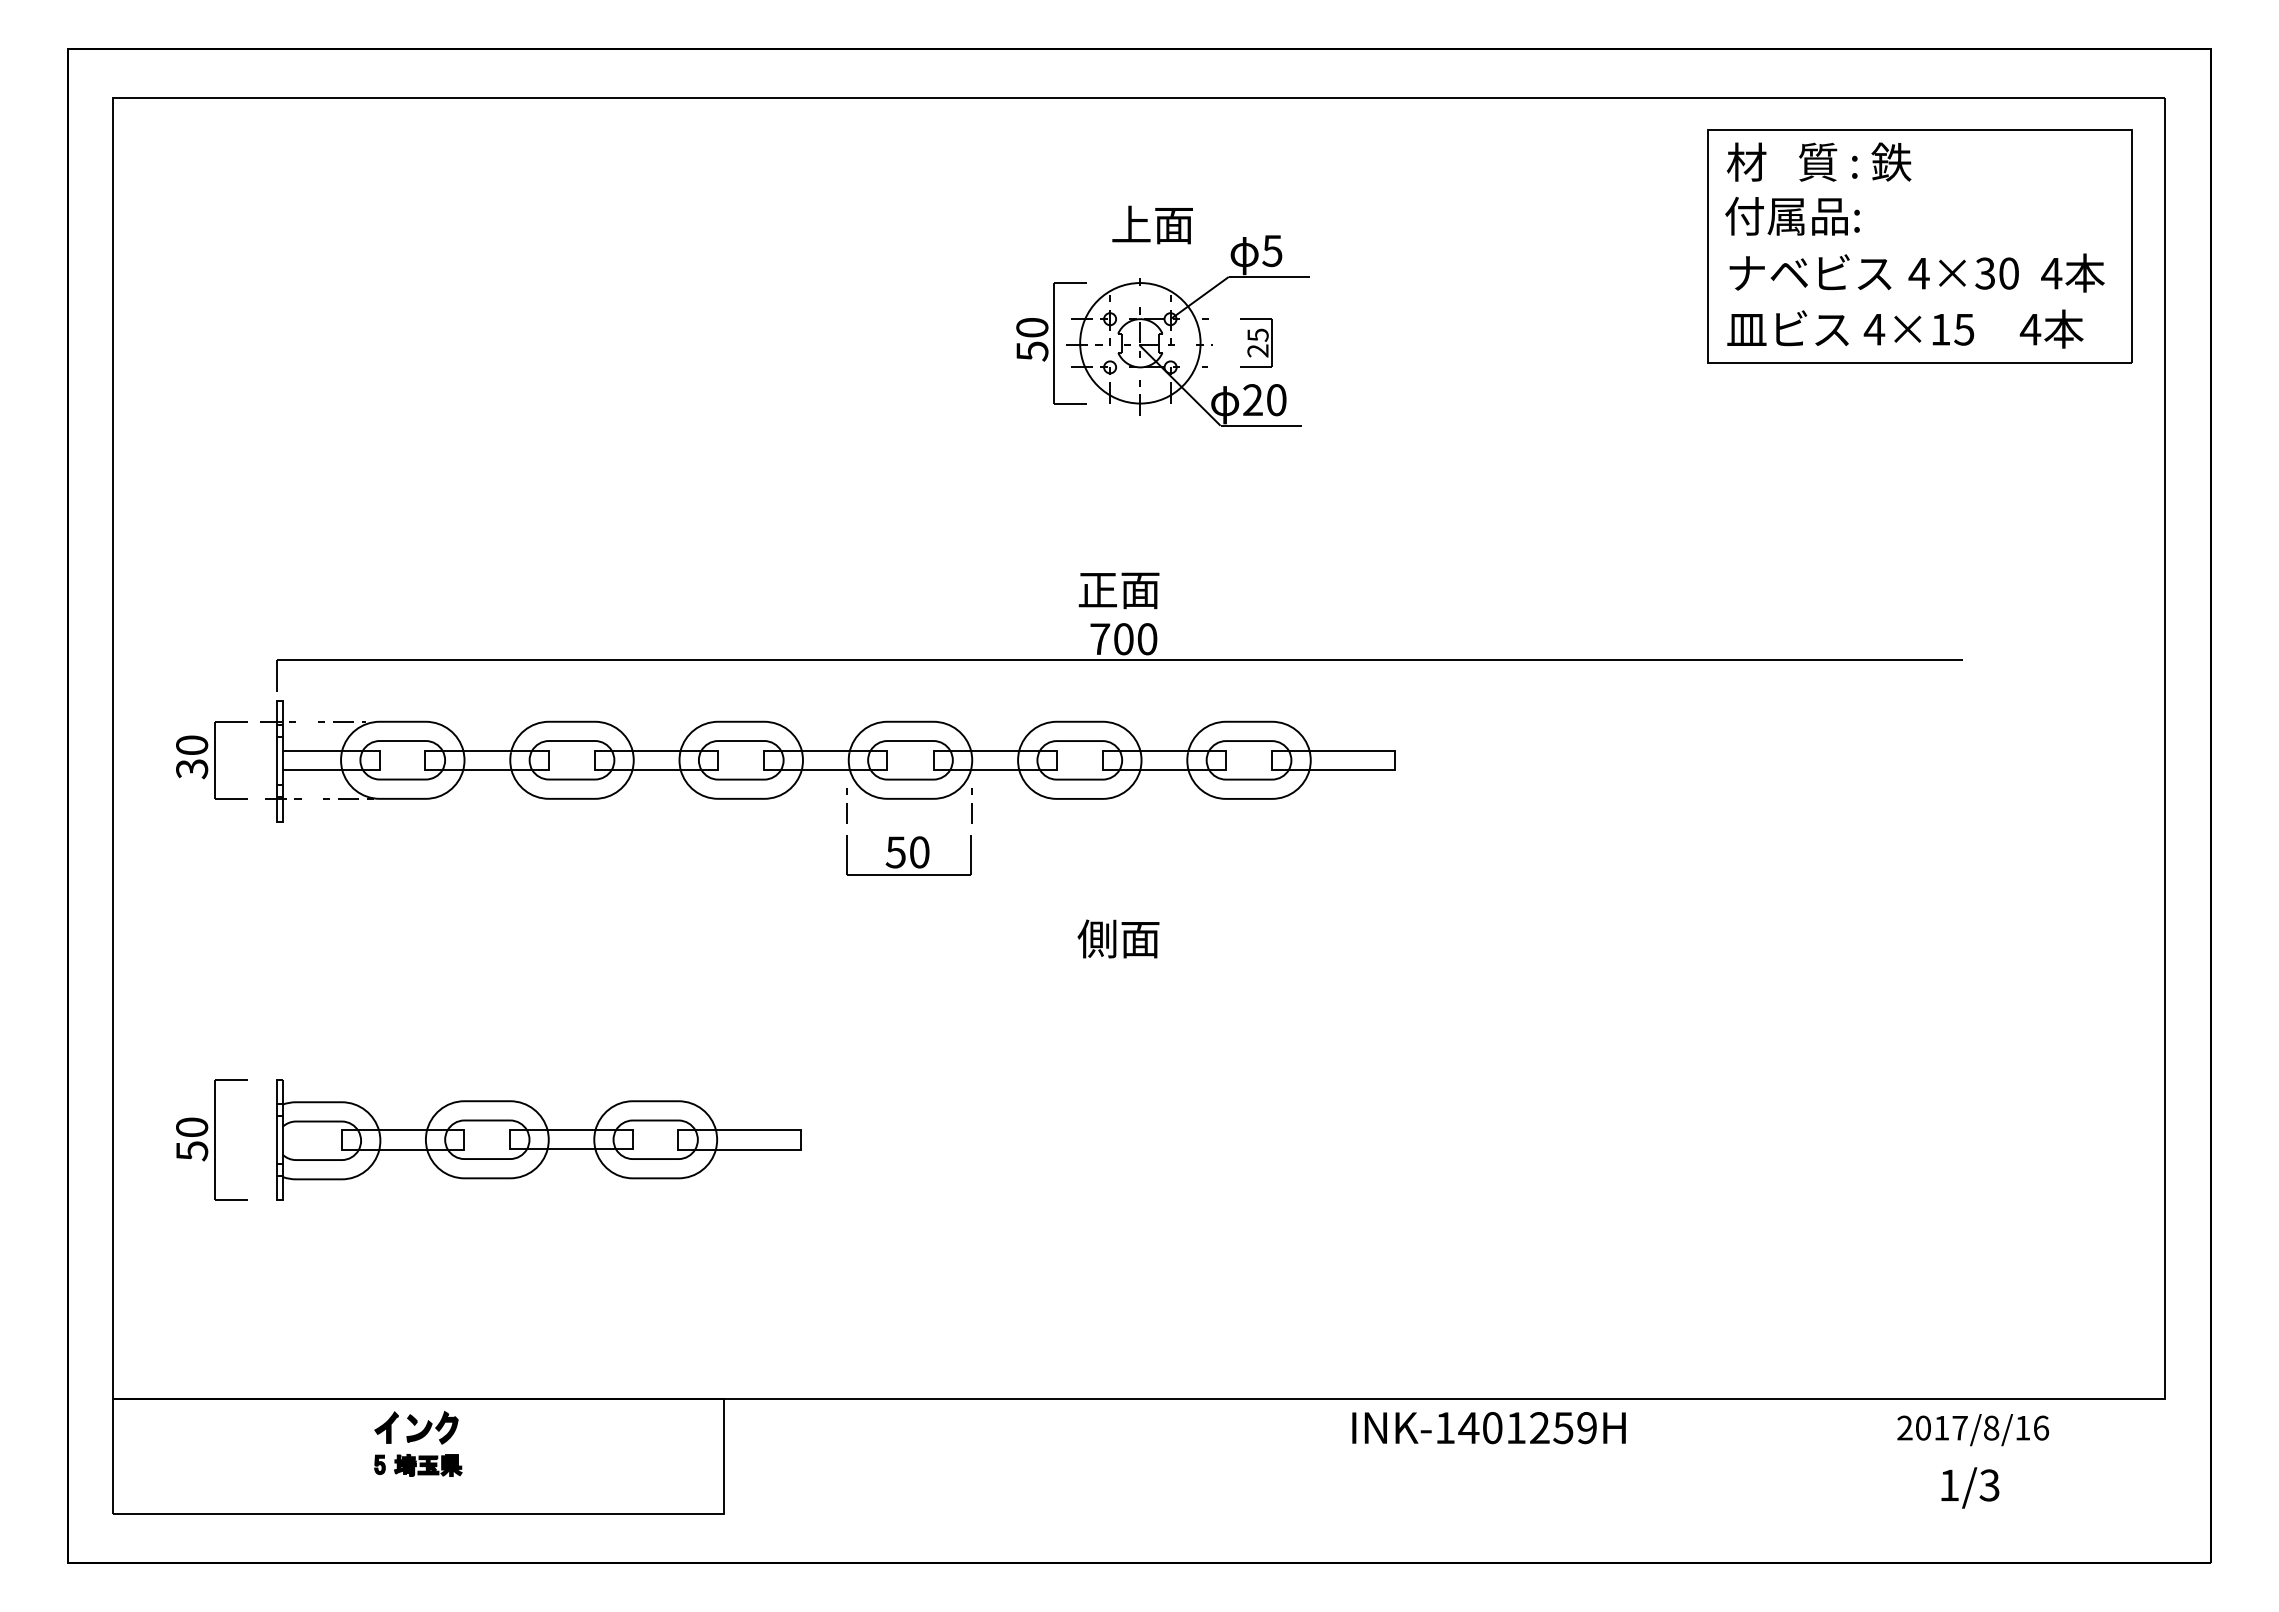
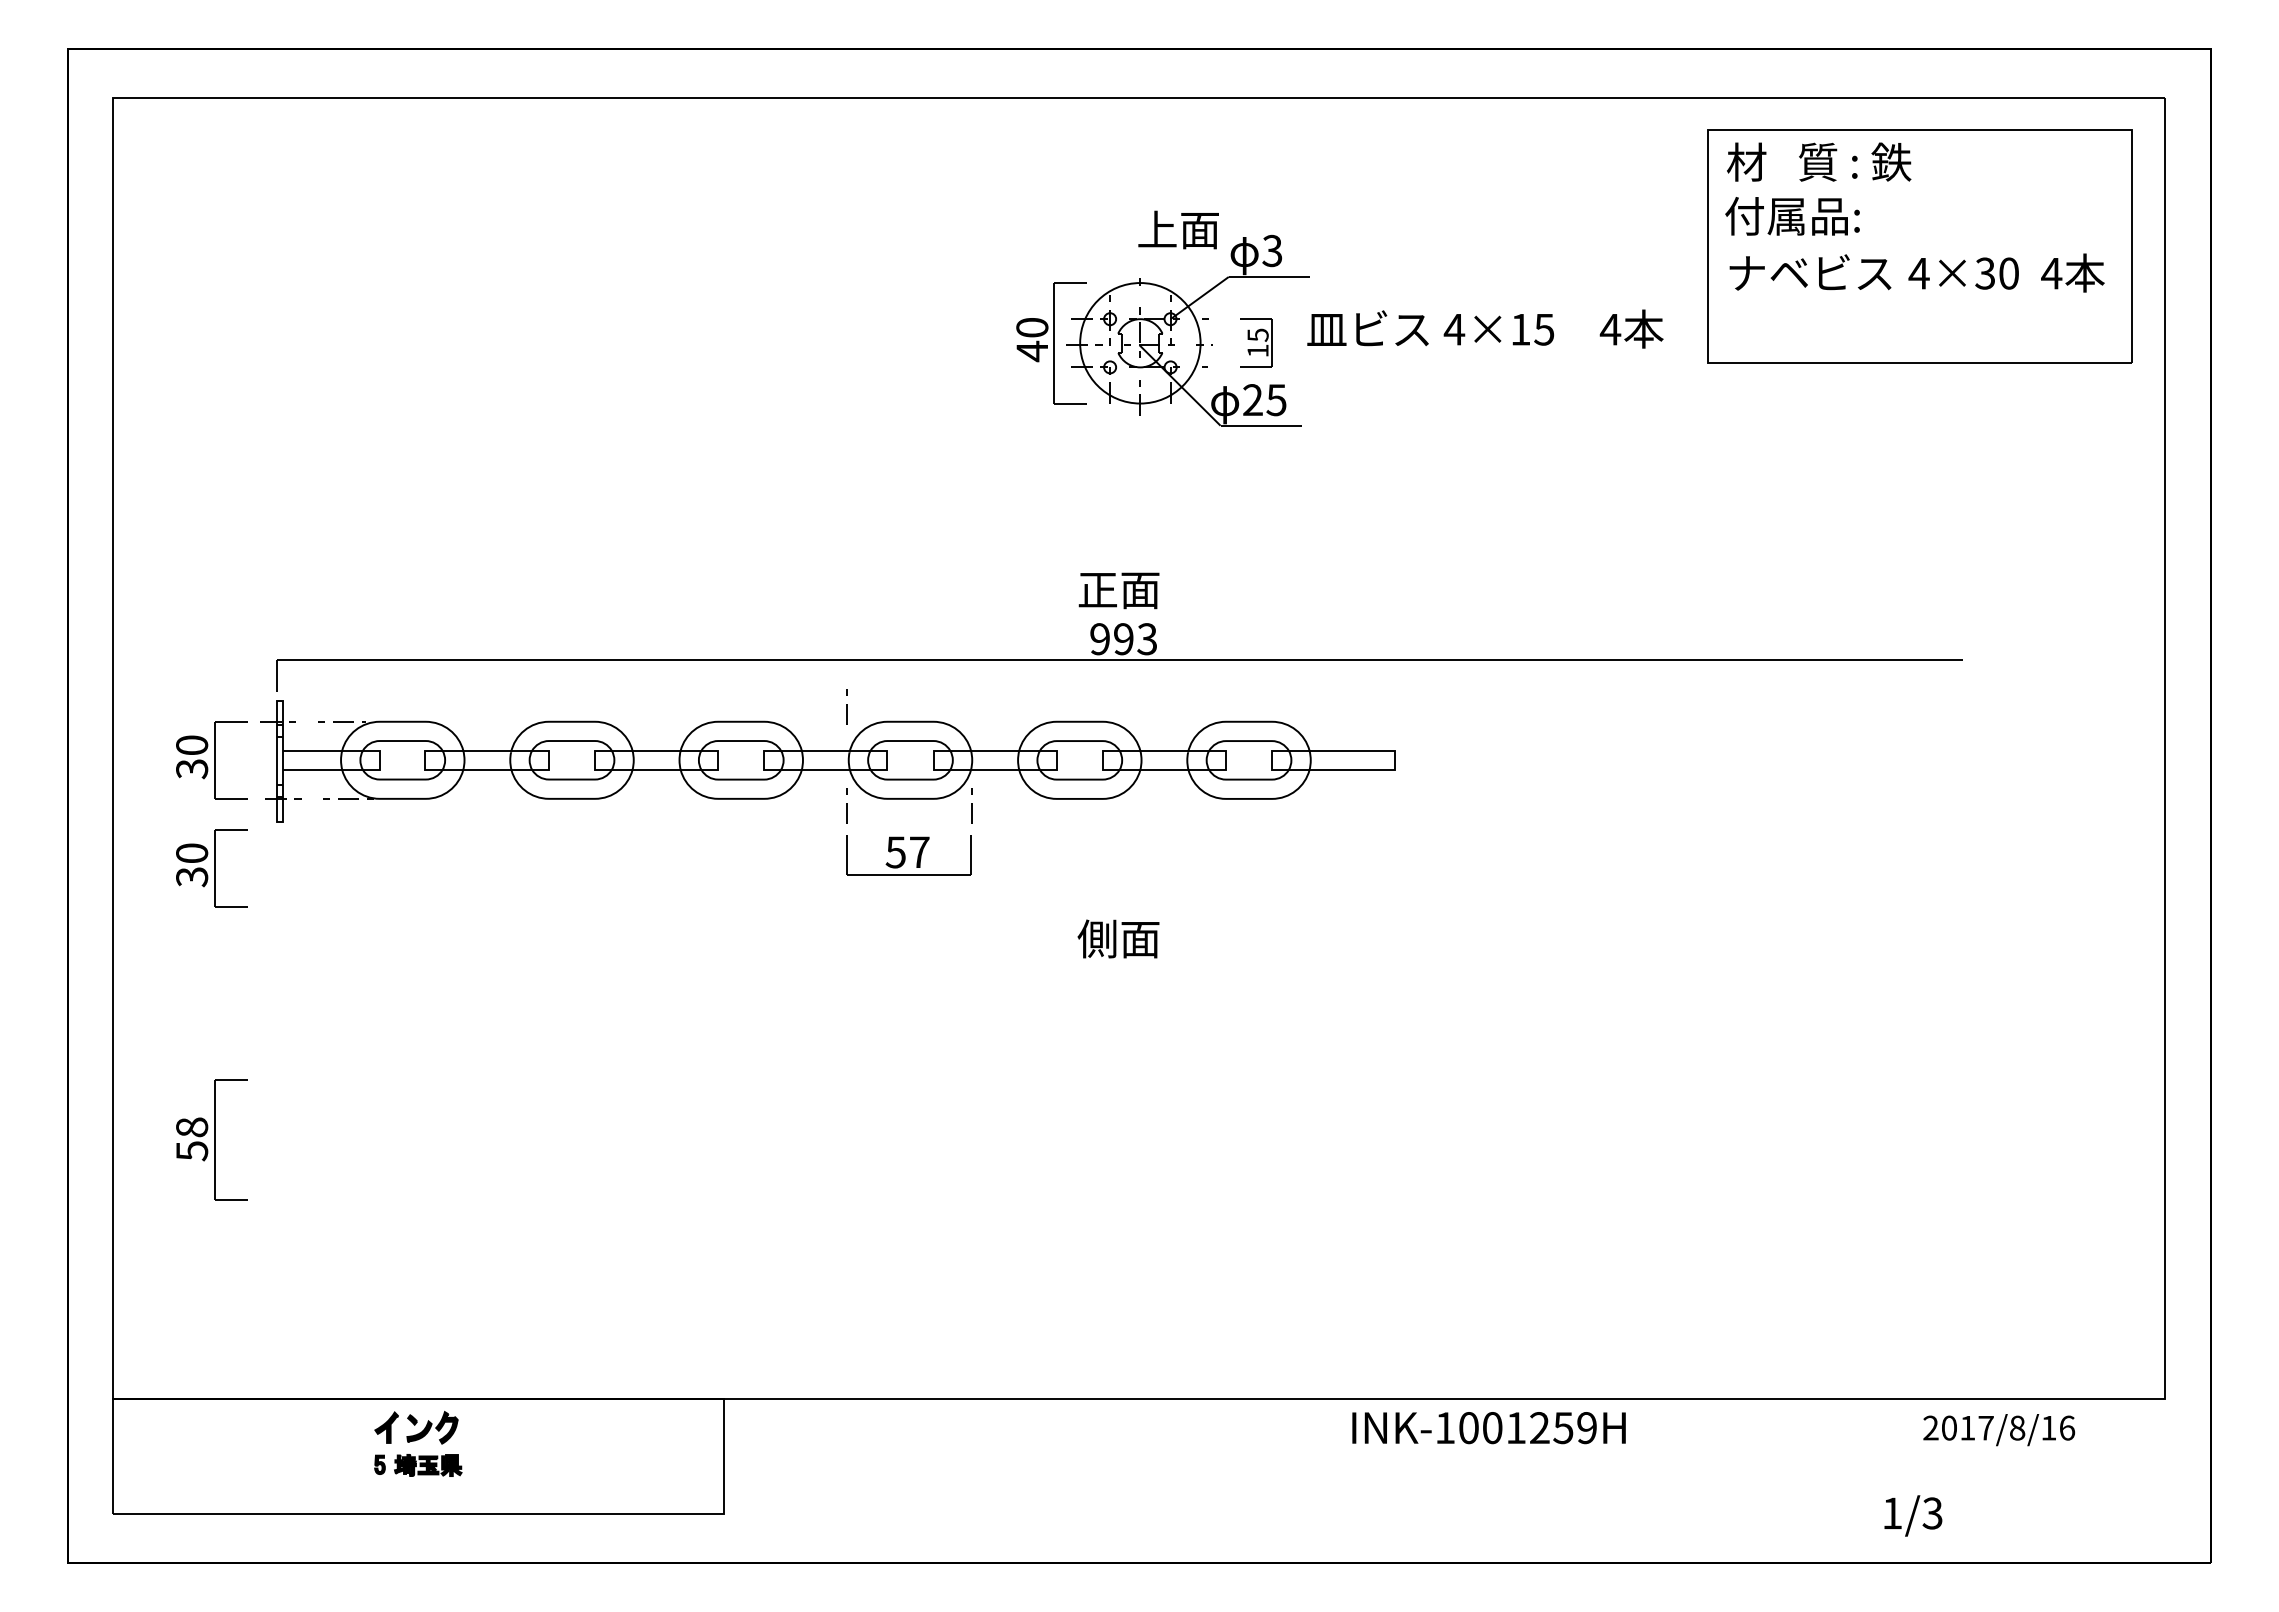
text at (1152, 224) position: (1152, 224) -> (1178, 229)
text at (1272, 250): 5 -> 3
text at (1905, 328) position: (1905, 328) -> (1485, 328)
text at (1257, 350): 25 -> 15
text at (1032, 351): 50 -> 40
text at (1276, 400): 20 -> 25
text at (1123, 639): 700 -> 993
line at (846, 706): none -> present
text at (919, 852): 50 -> 57
part at (211, 868): none -> present
text at (192, 1127): 50 -> 58
part at (538, 1139): present -> none
text at (1468, 1428): INK-1401259H -> INK-1001259H
text at (1973, 1430) position: (1973, 1430) -> (1999, 1430)
text at (1970, 1487) position: (1970, 1487) -> (1913, 1515)
